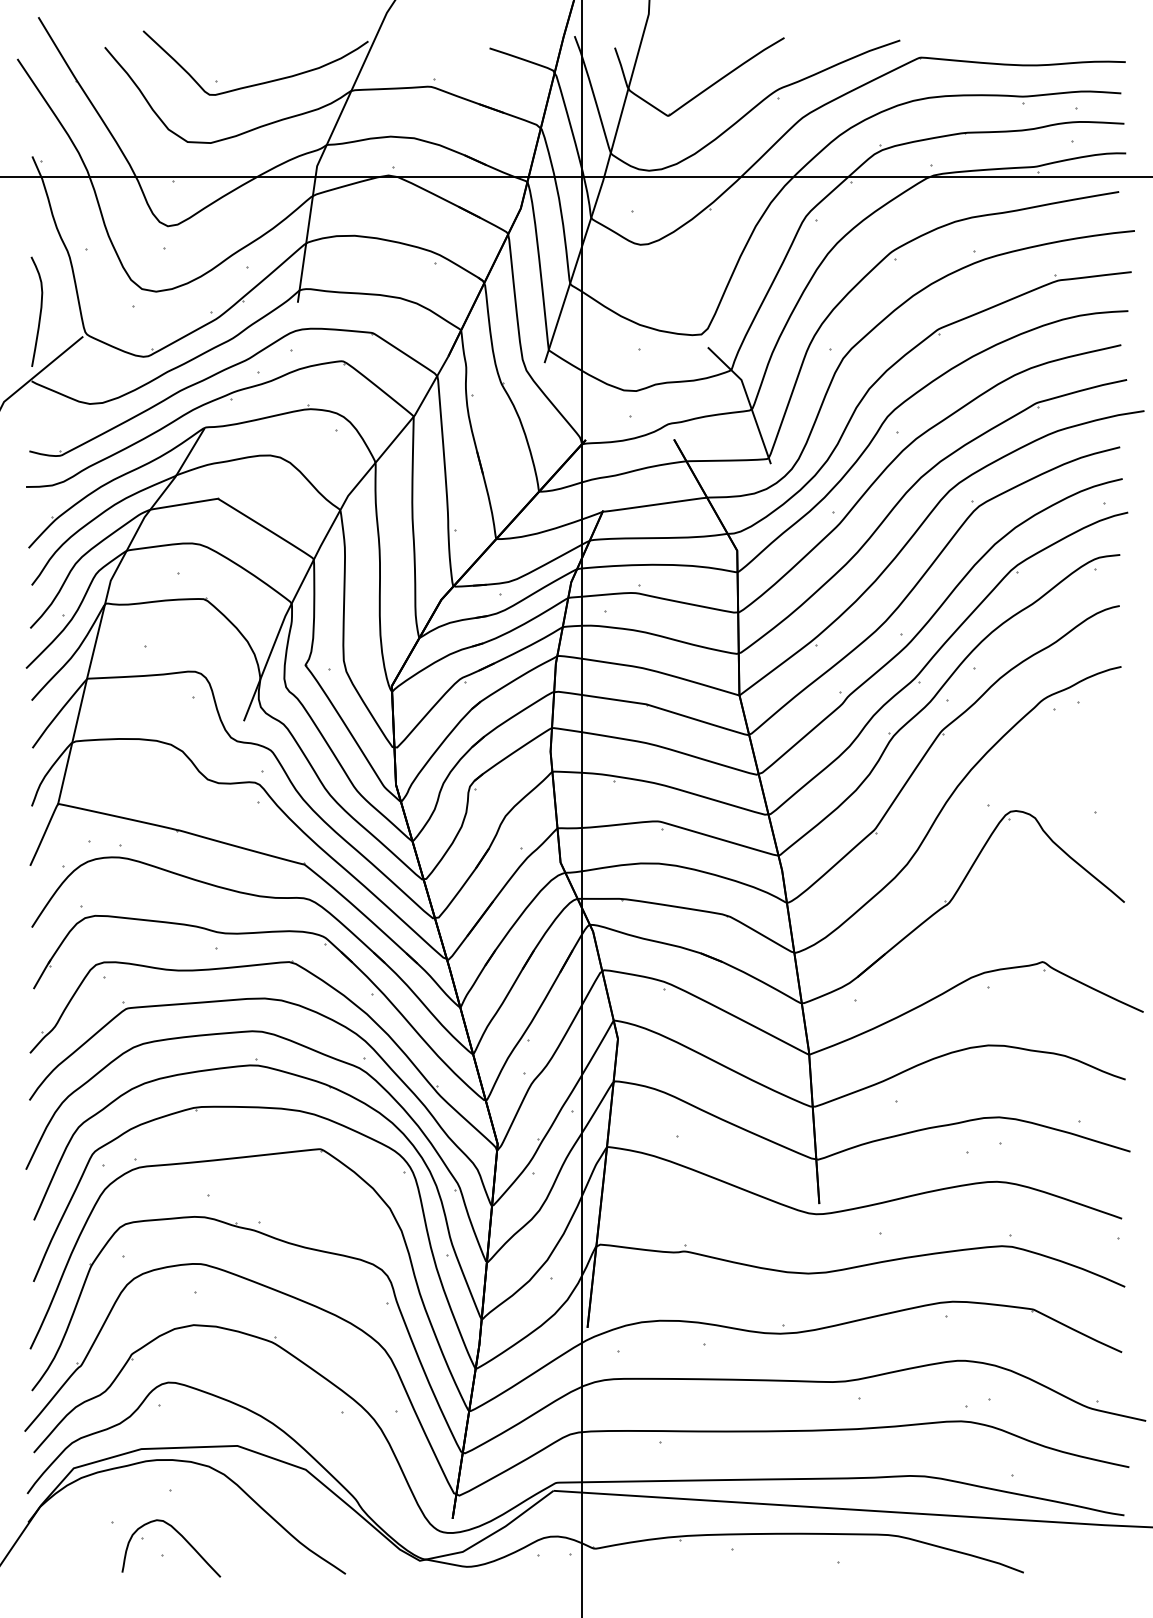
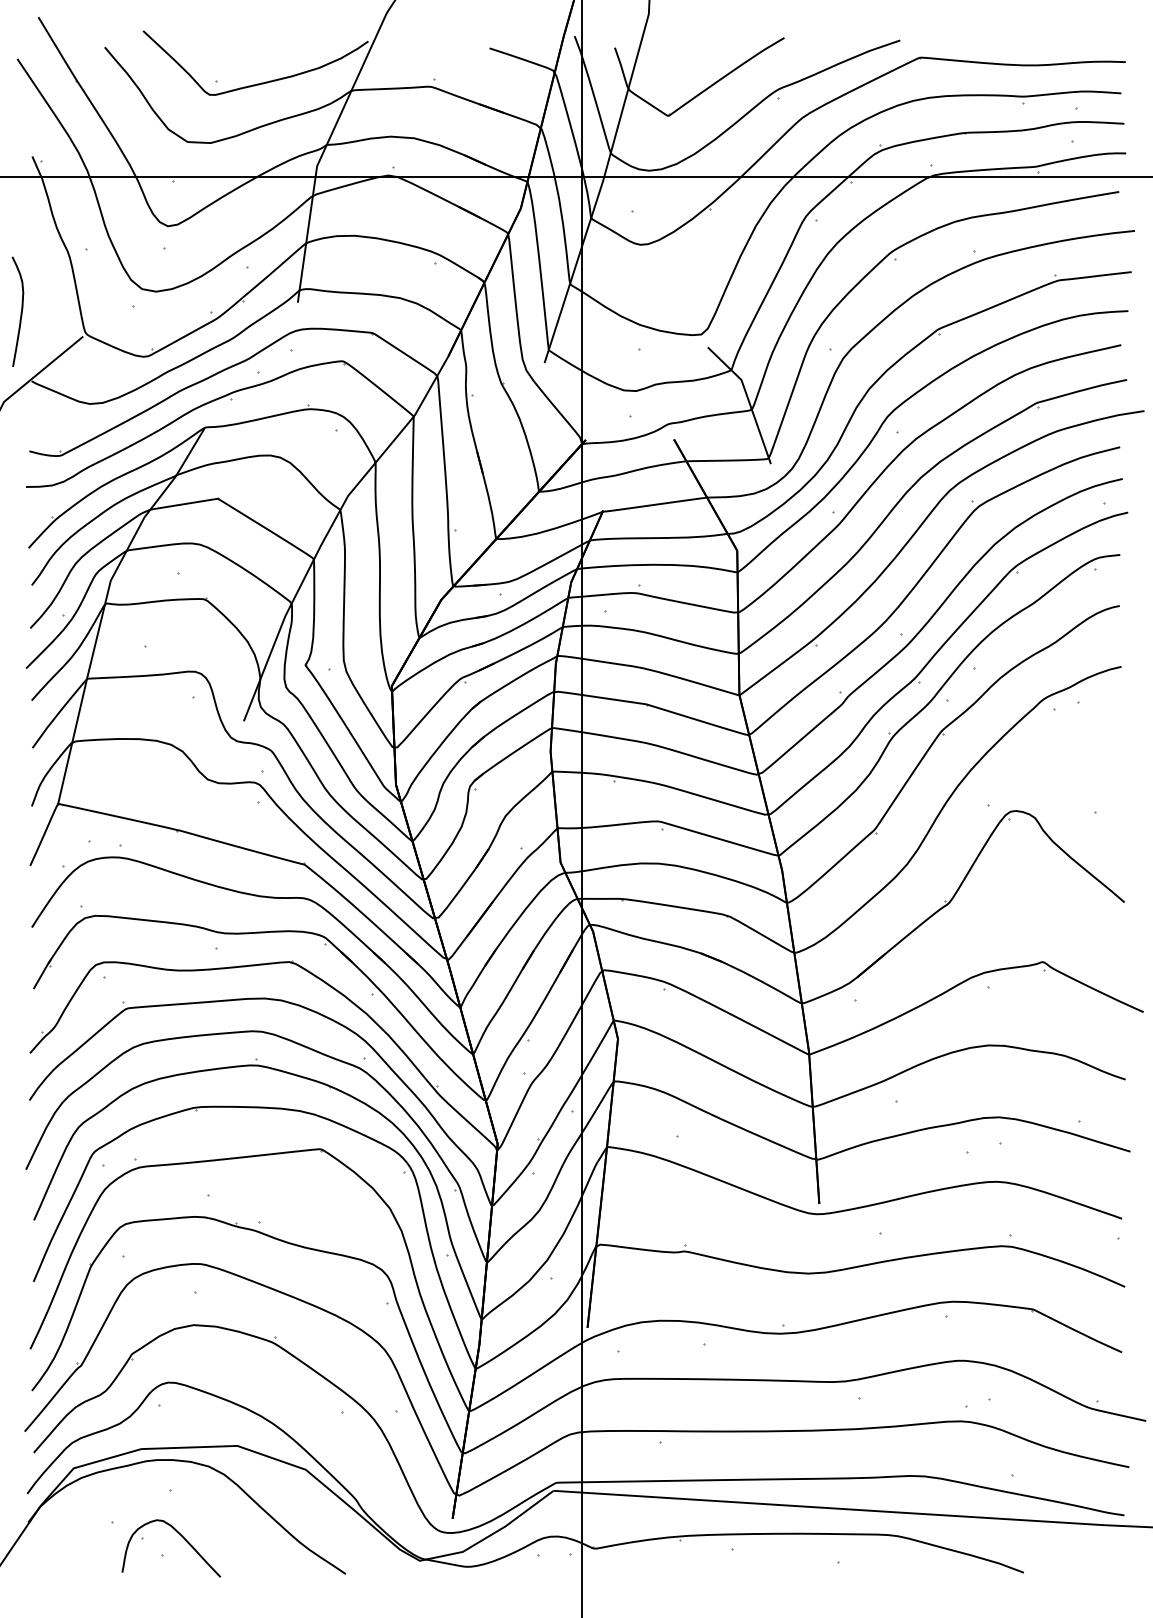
curve at (39, 312) position: (39, 312) -> (20, 312)
